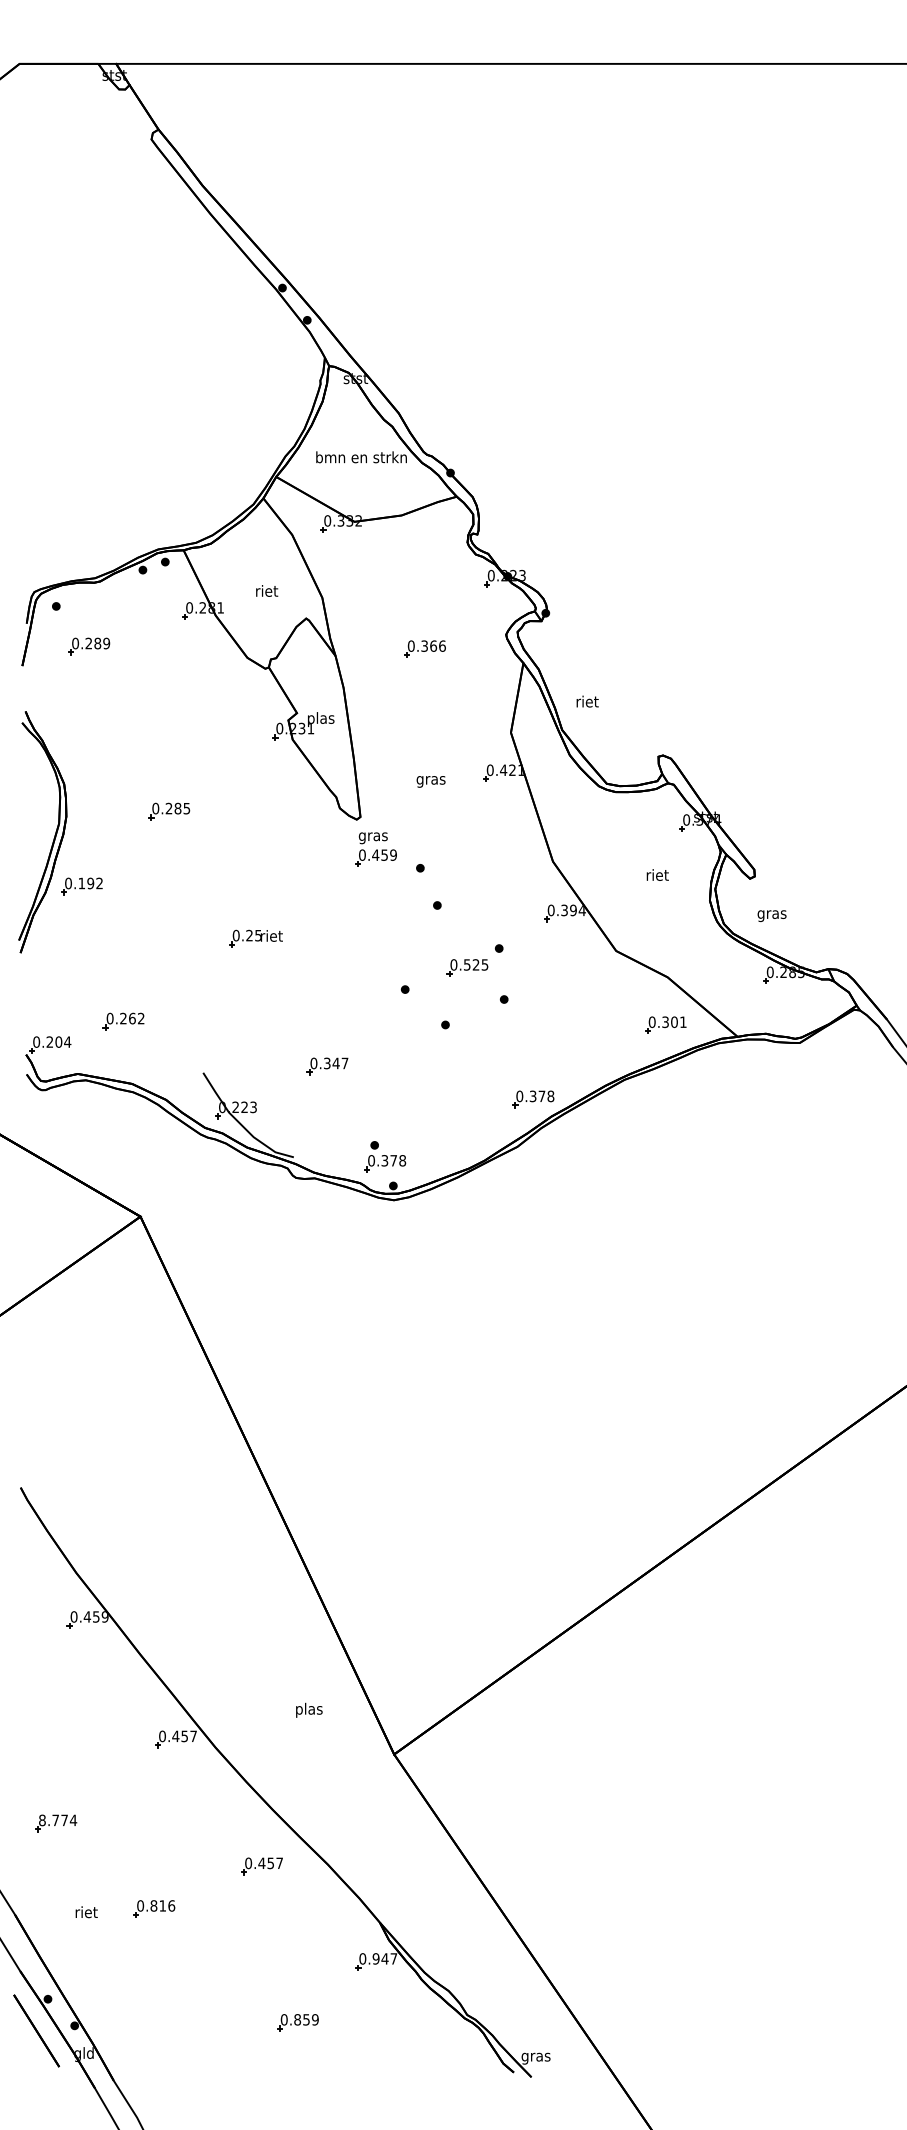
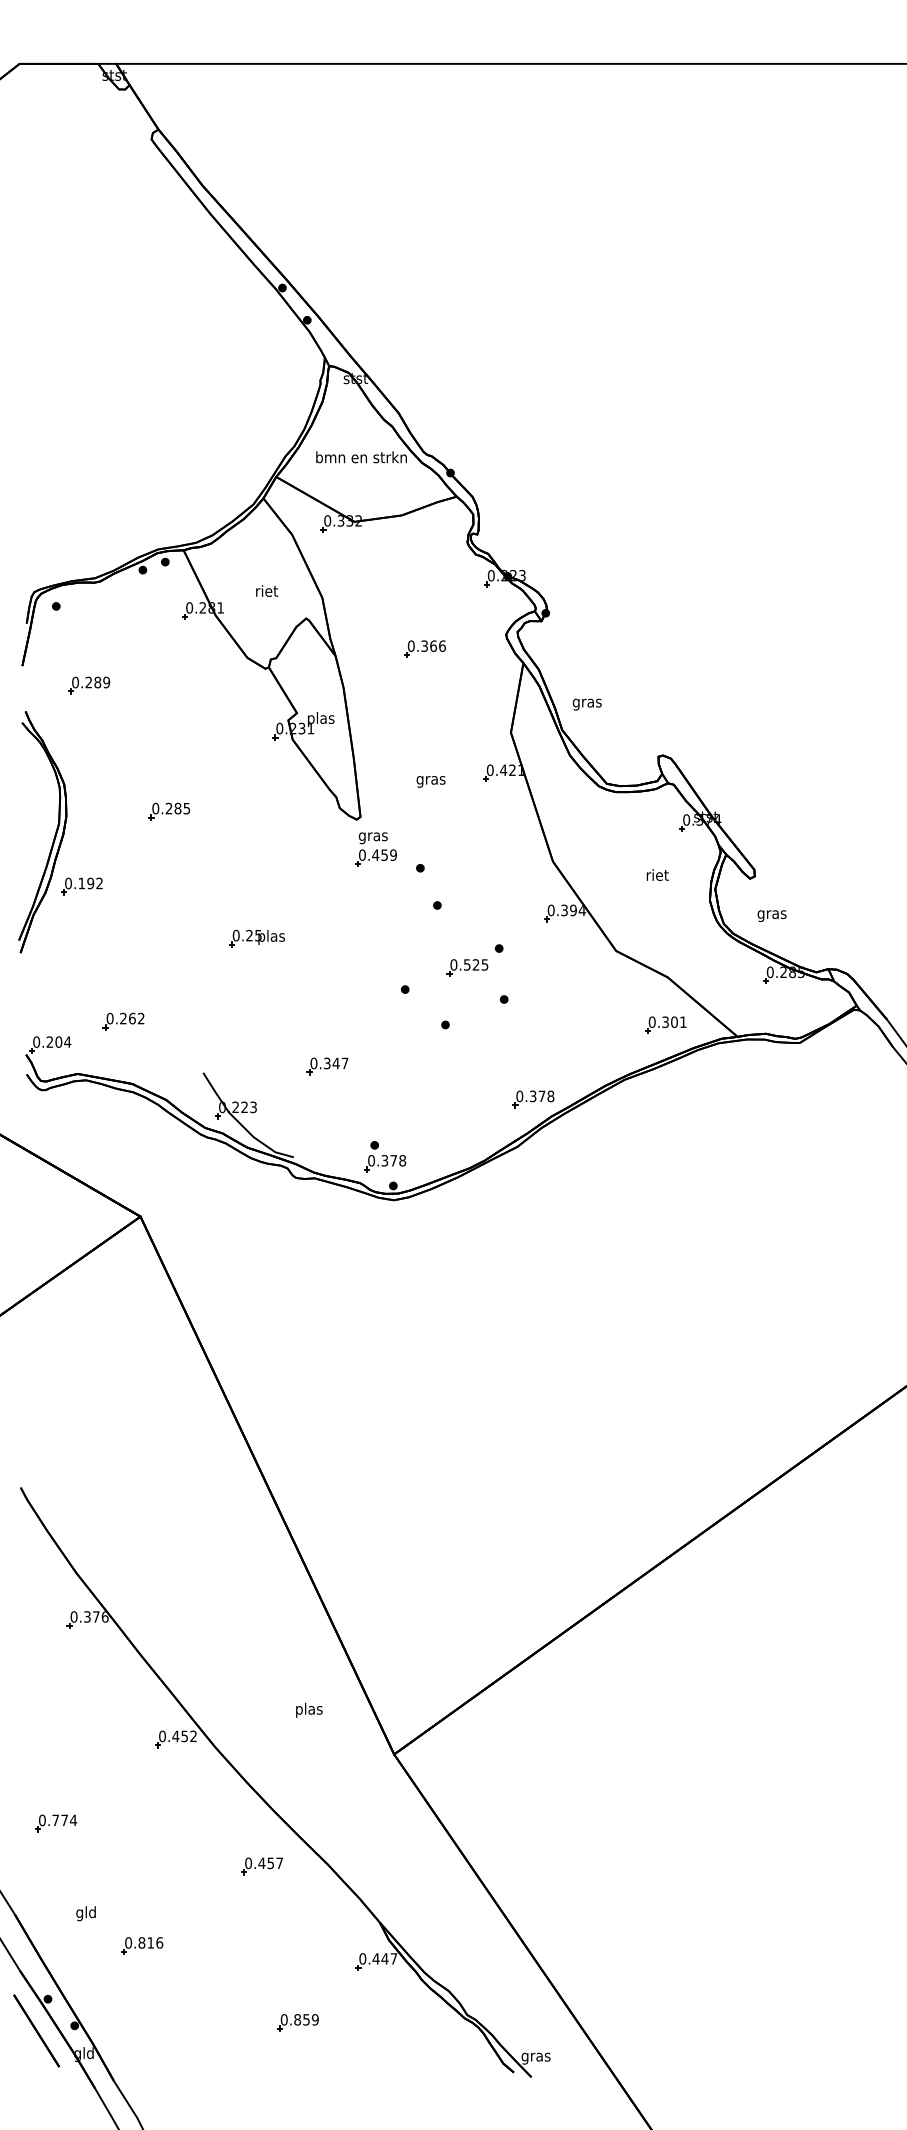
part at (89, 646) position: (89, 646) -> (89, 685)
text at (586, 702): riet -> gras
text at (271, 937): riet -> plas
text at (95, 1616): 0.459 -> 0.376
text at (193, 1735): 0.457 -> 0.452
text at (42, 1820): 8.774 -> 0.774
part at (154, 1908) position: (154, 1908) -> (142, 1945)
text at (86, 1913): riet -> gld
text at (375, 1958): 0.947 -> 0.447
